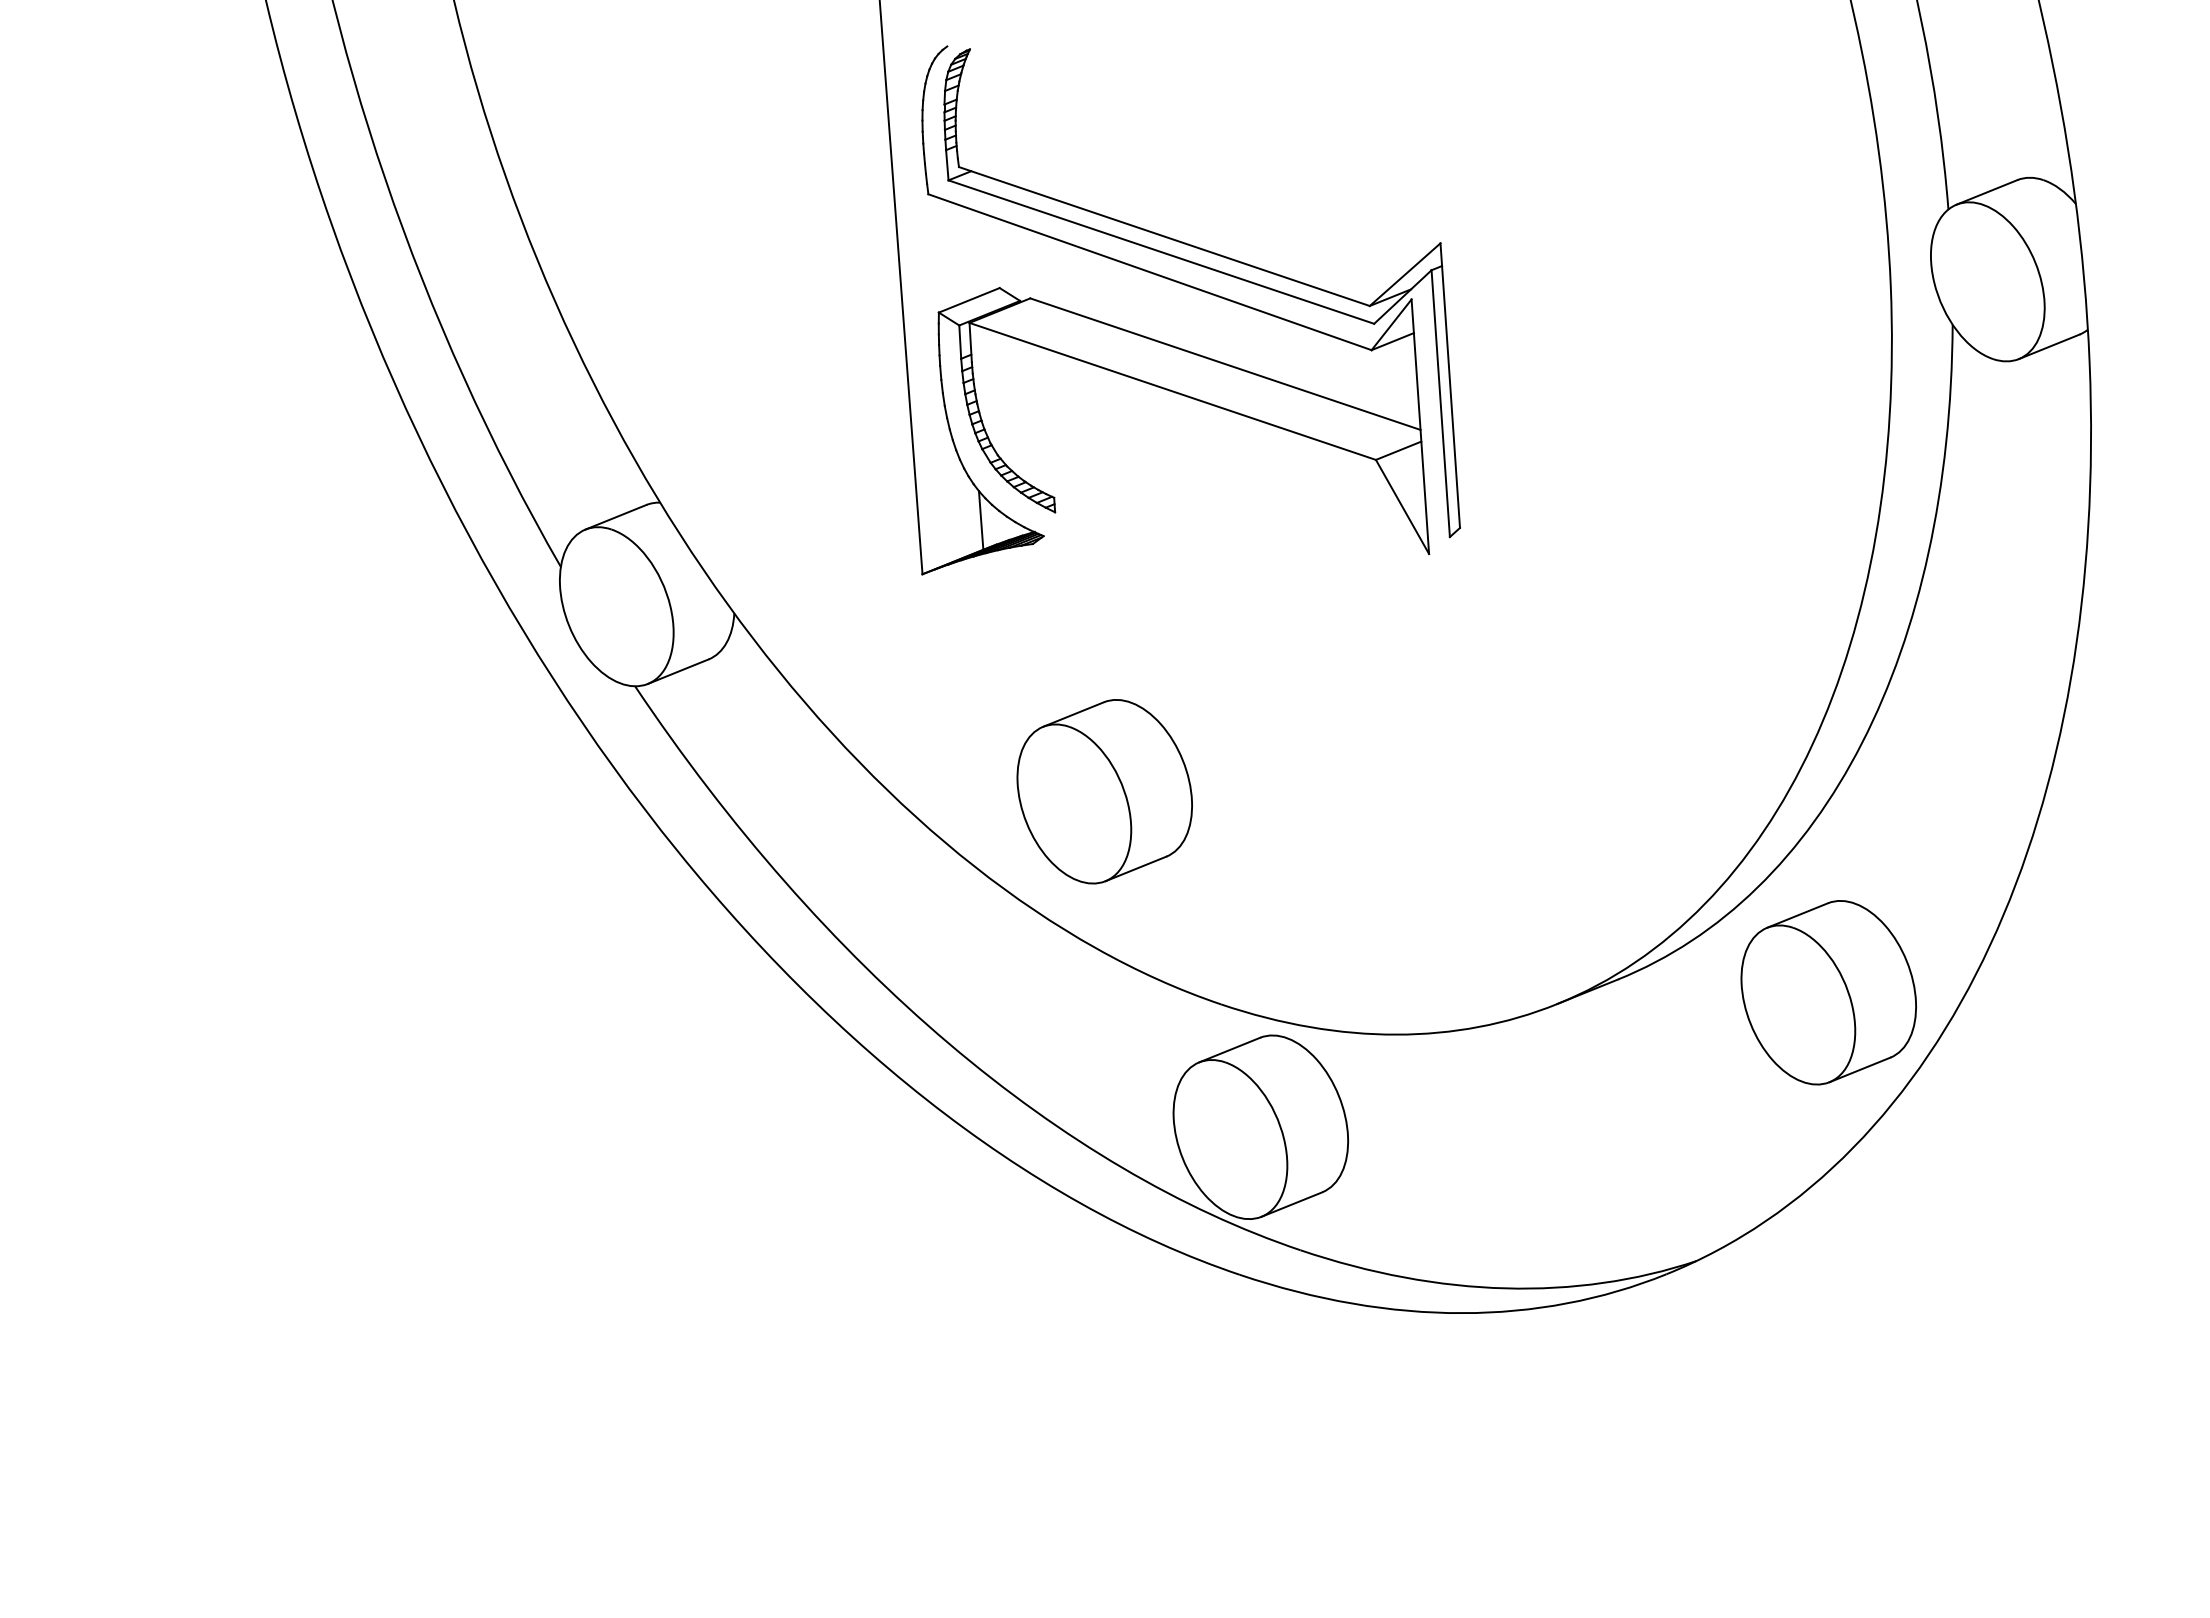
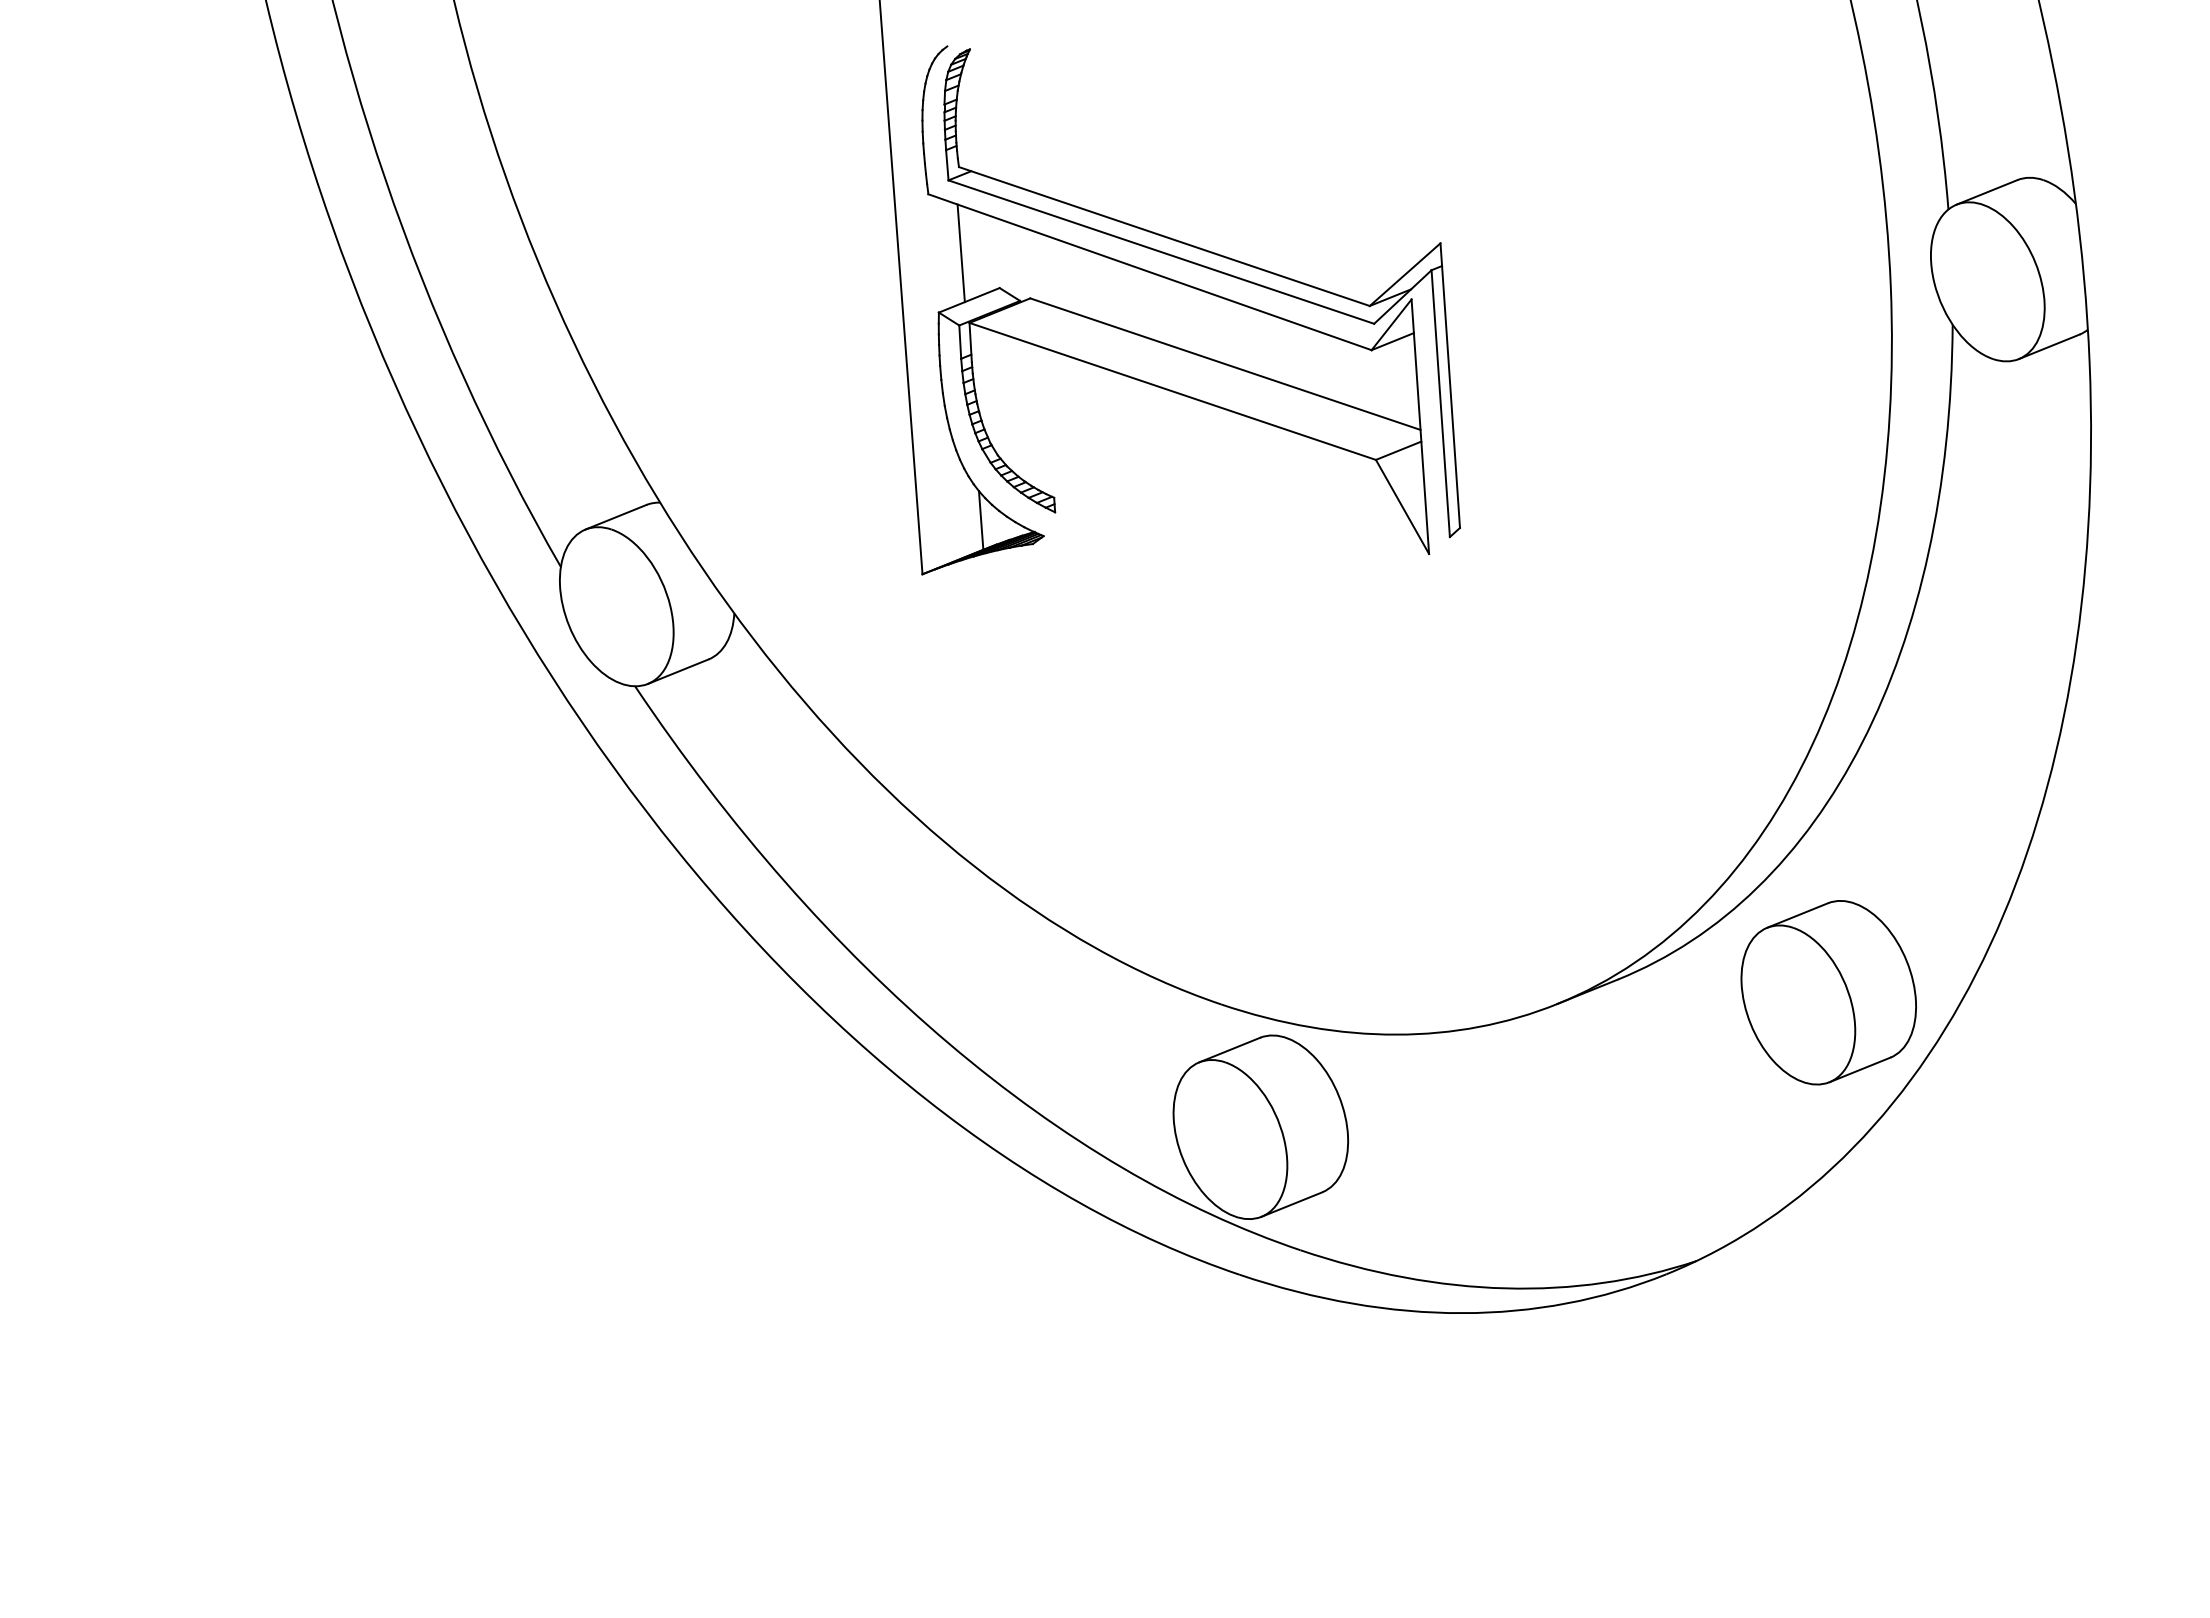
line at (960, 253): none -> present
part at (1104, 791): present -> none
